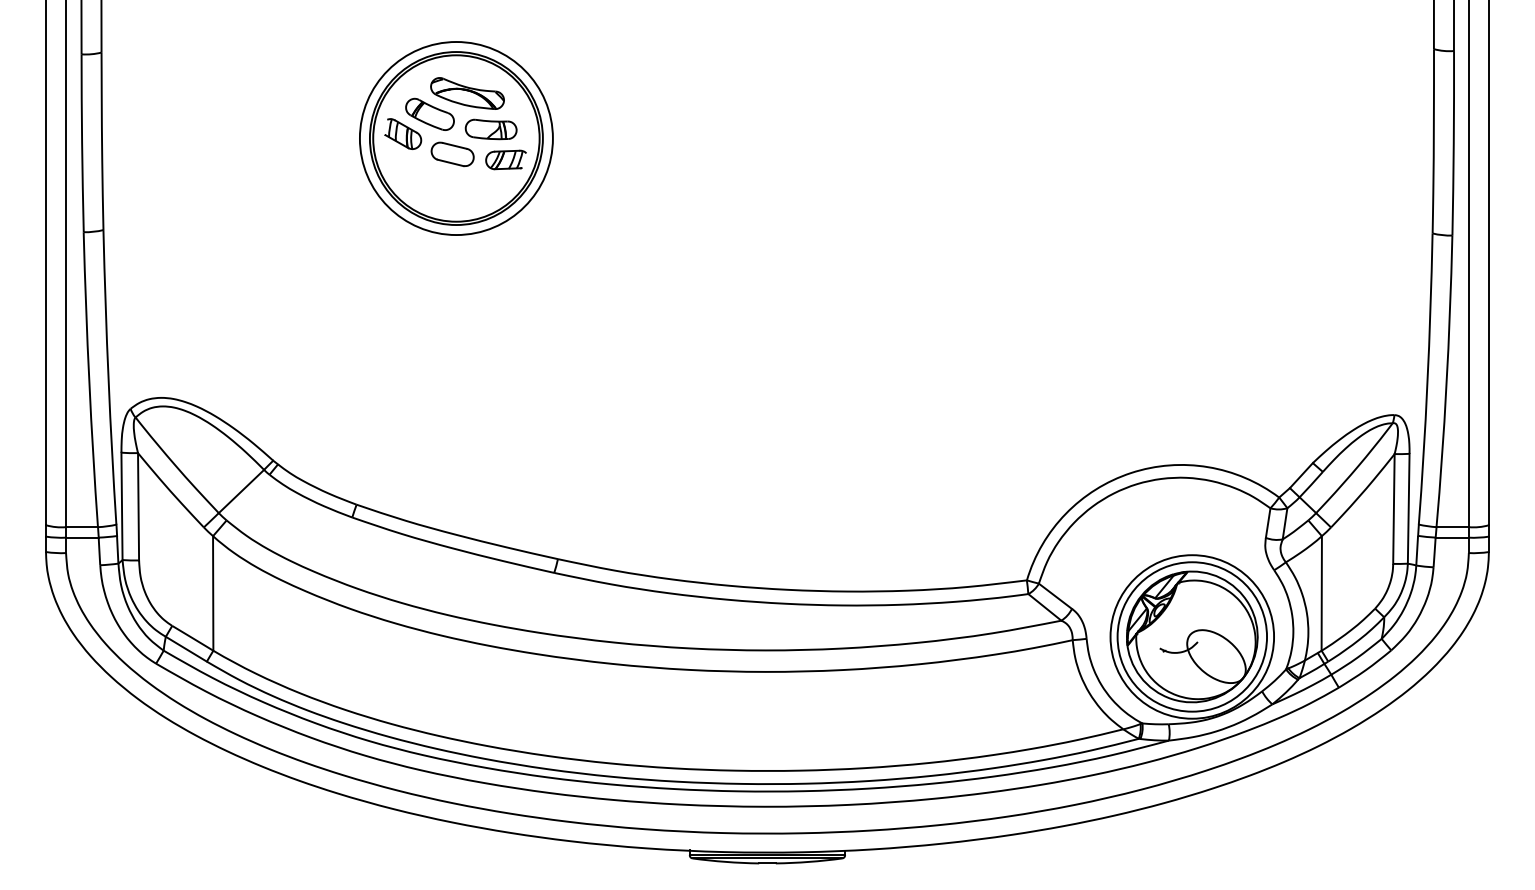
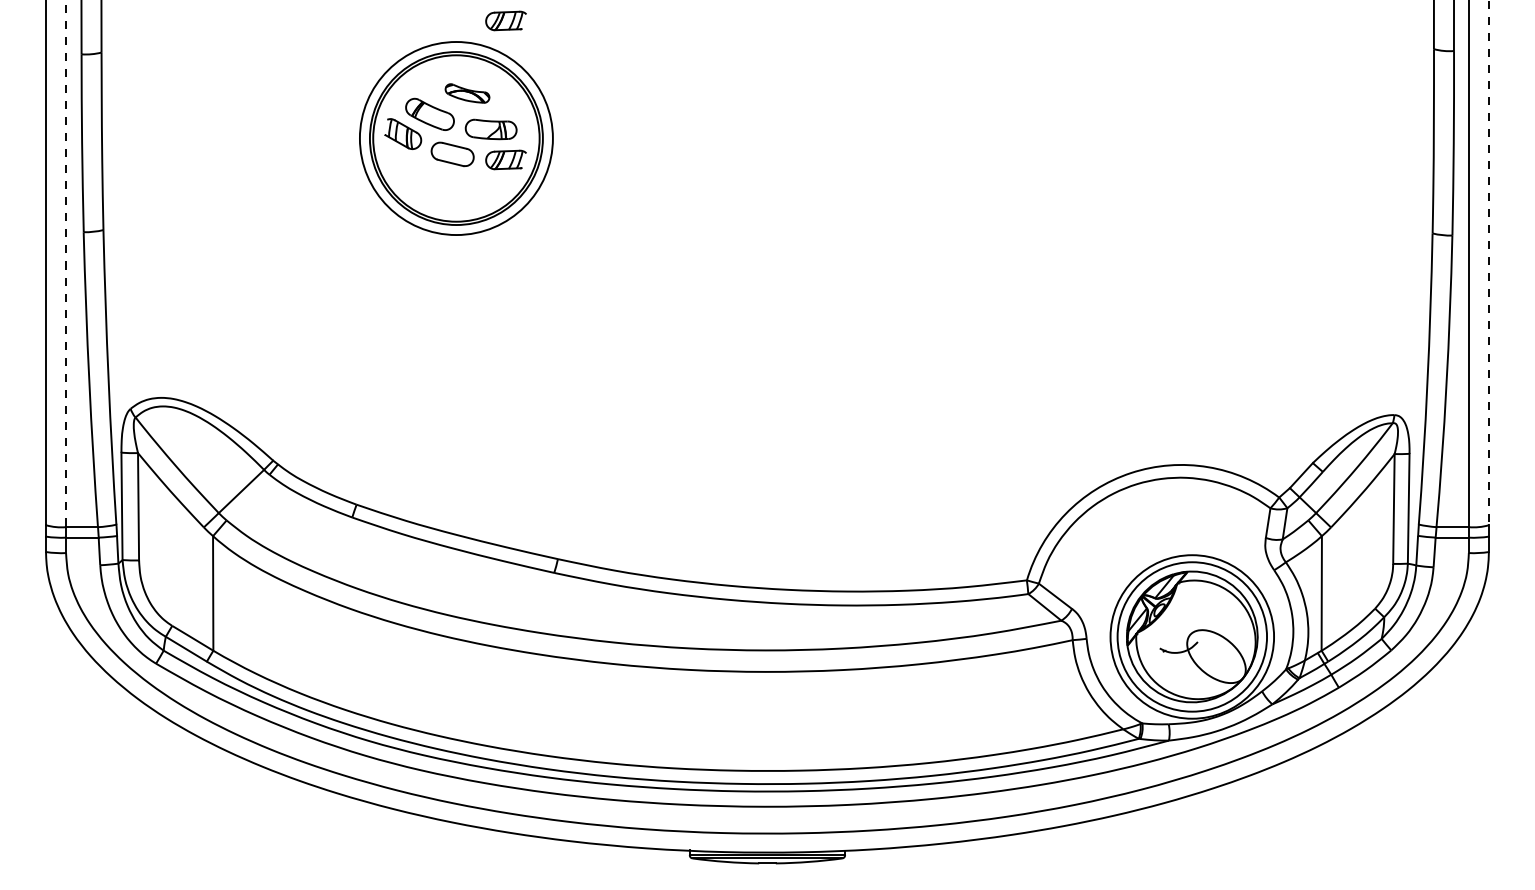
part at (505, 20): none -> present
part at (467, 93) size: 75x33 px -> 47x21 px
line at (1488, 263): solid -> dashed
line at (66, 264): solid -> dashed
